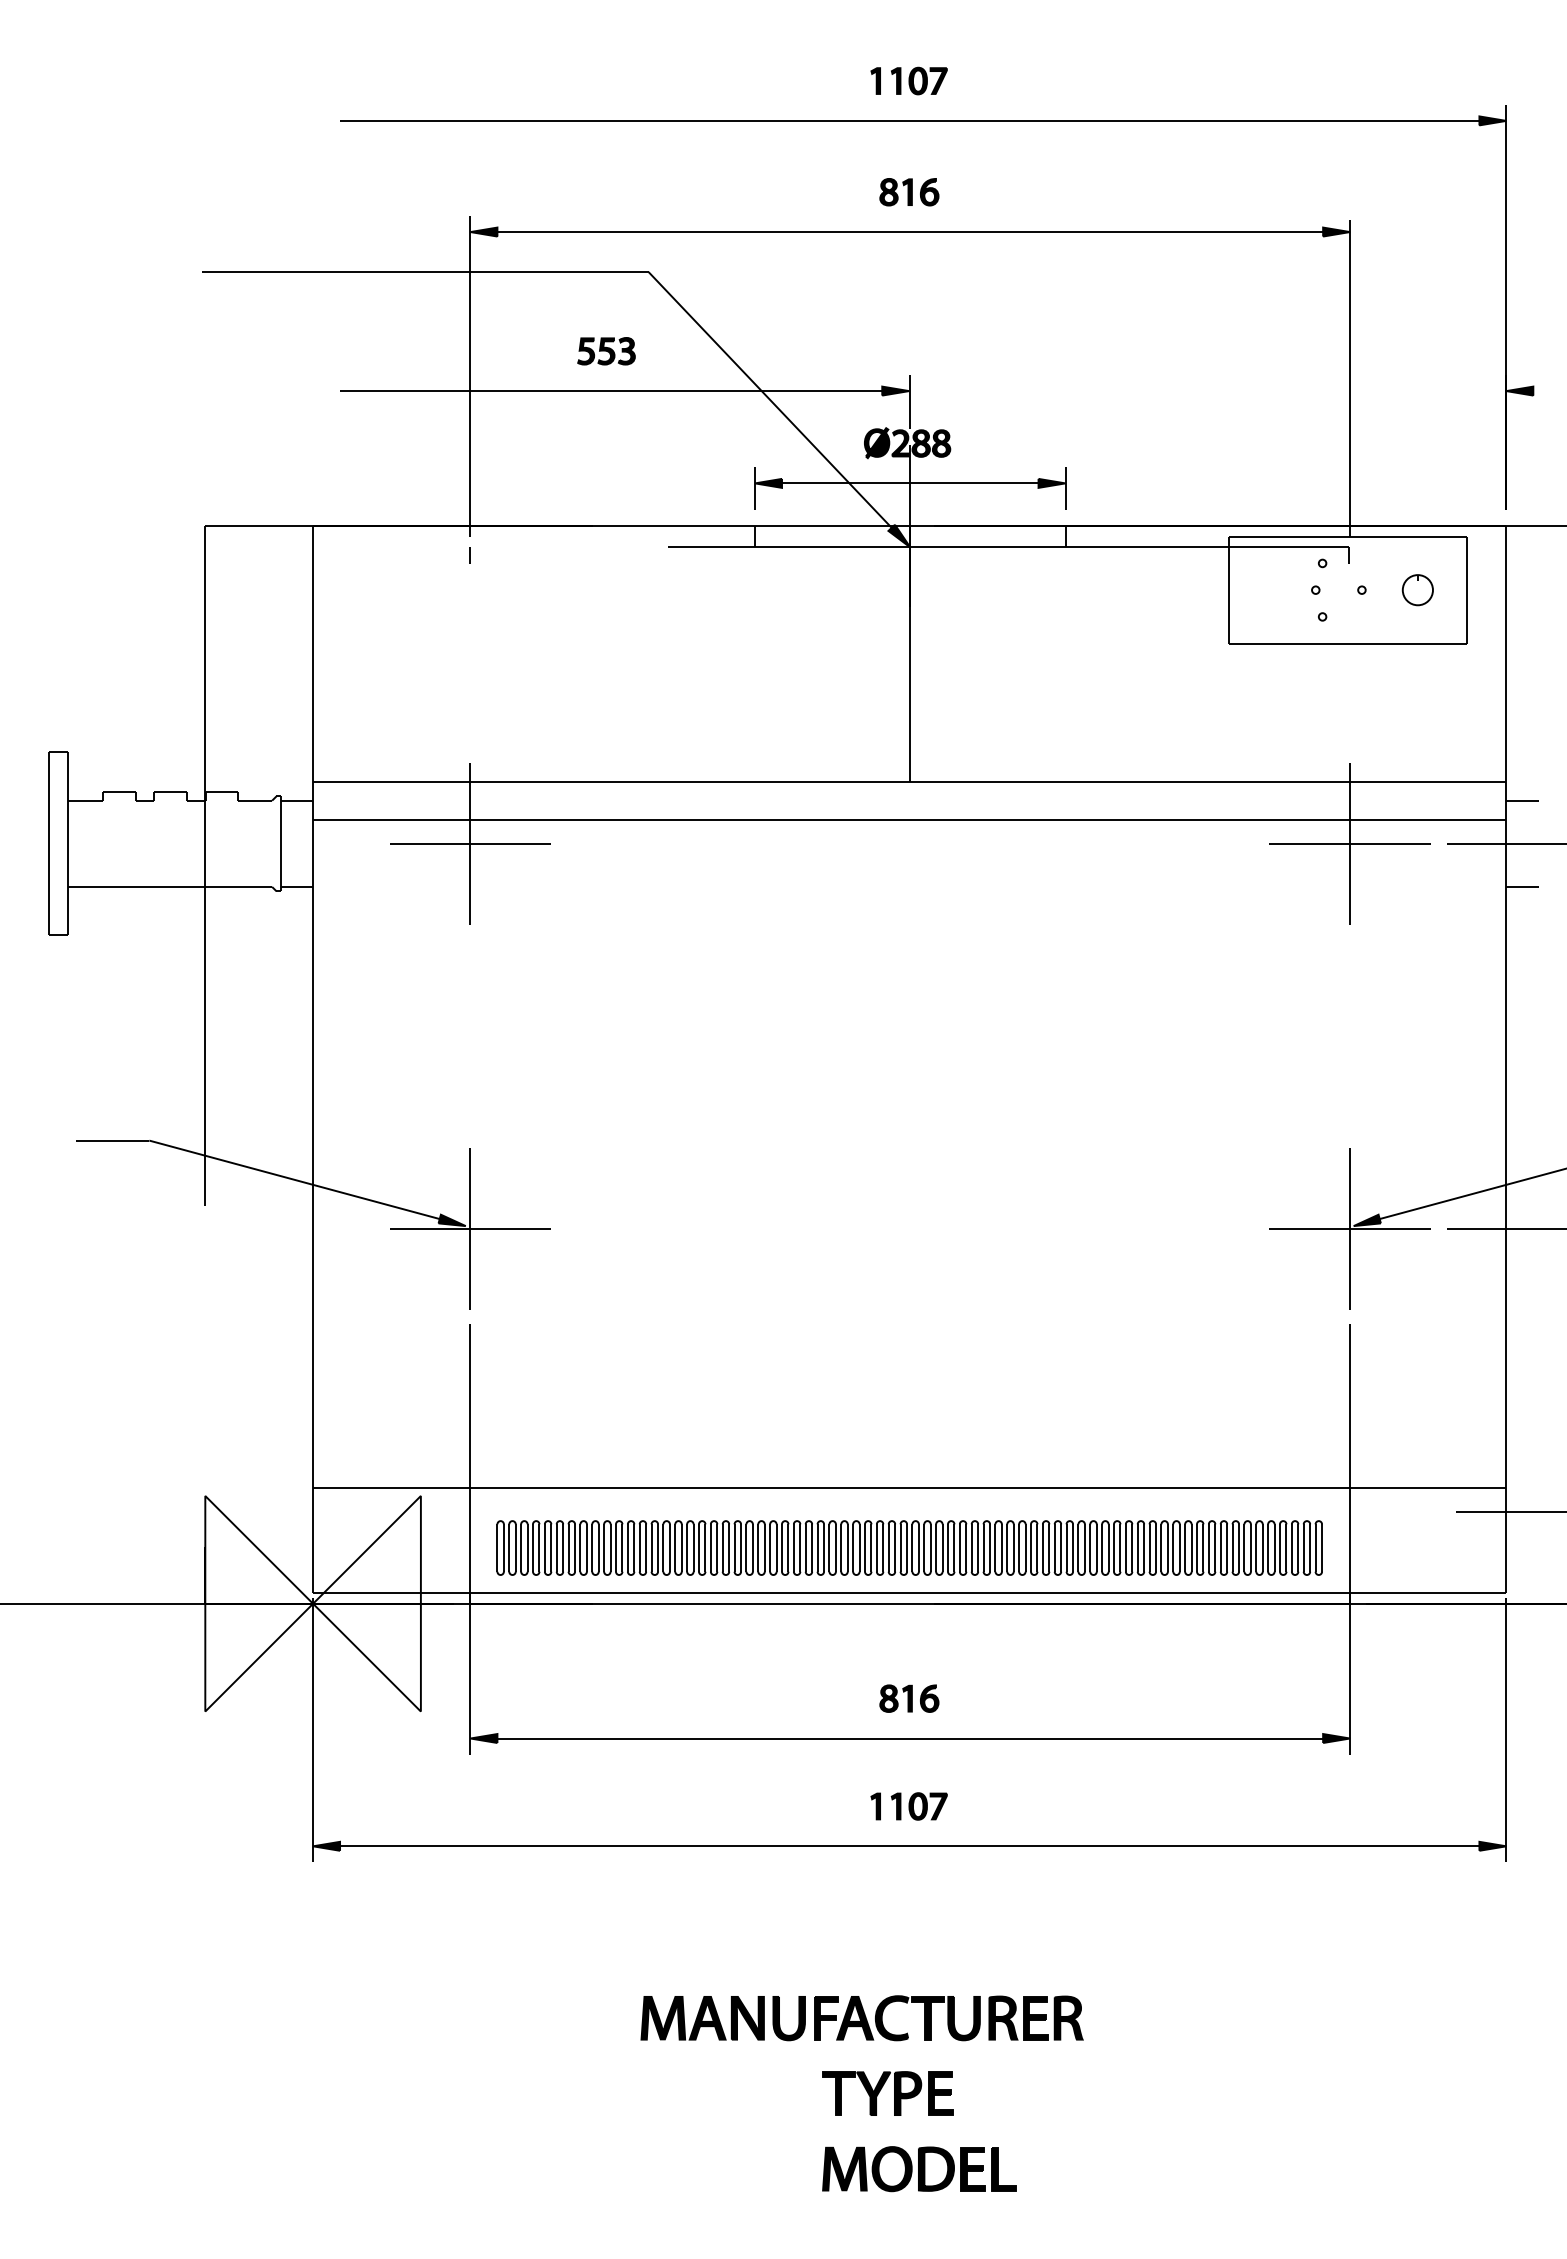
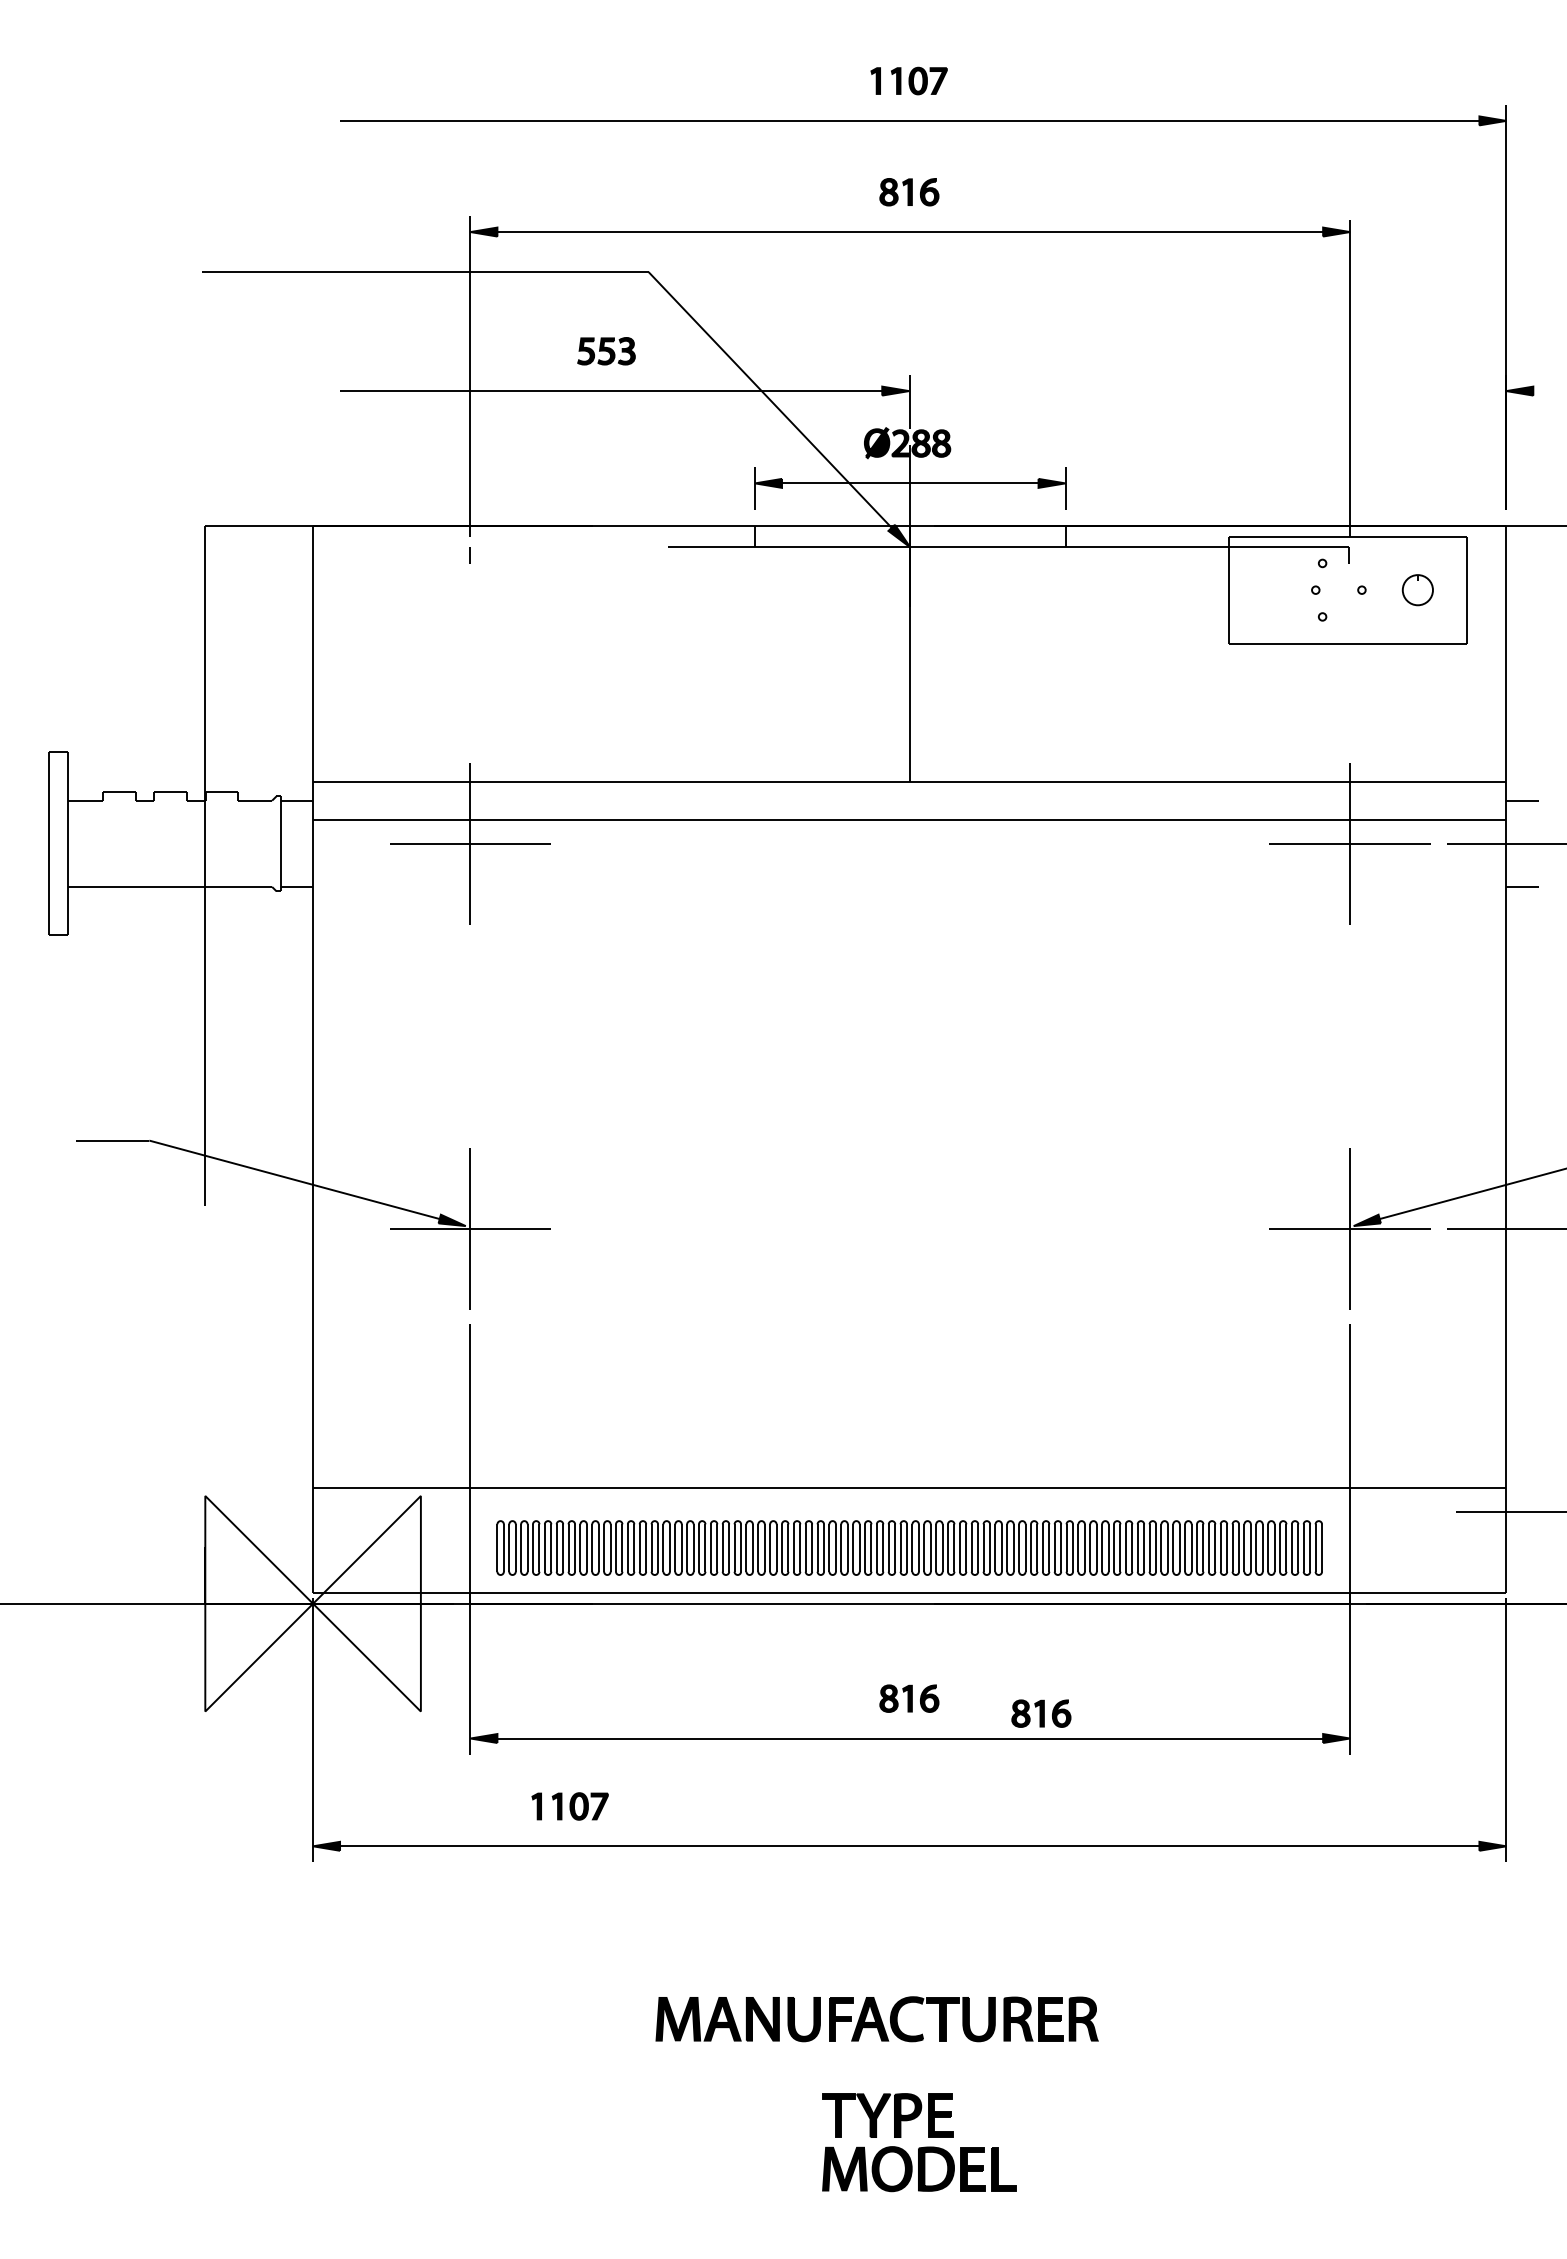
part at (1041, 1713): none -> present
part at (908, 1806) position: (908, 1806) -> (569, 1806)
part at (861, 2018) position: (861, 2018) -> (876, 2019)
part at (894, 2093) position: (894, 2093) -> (894, 2115)
